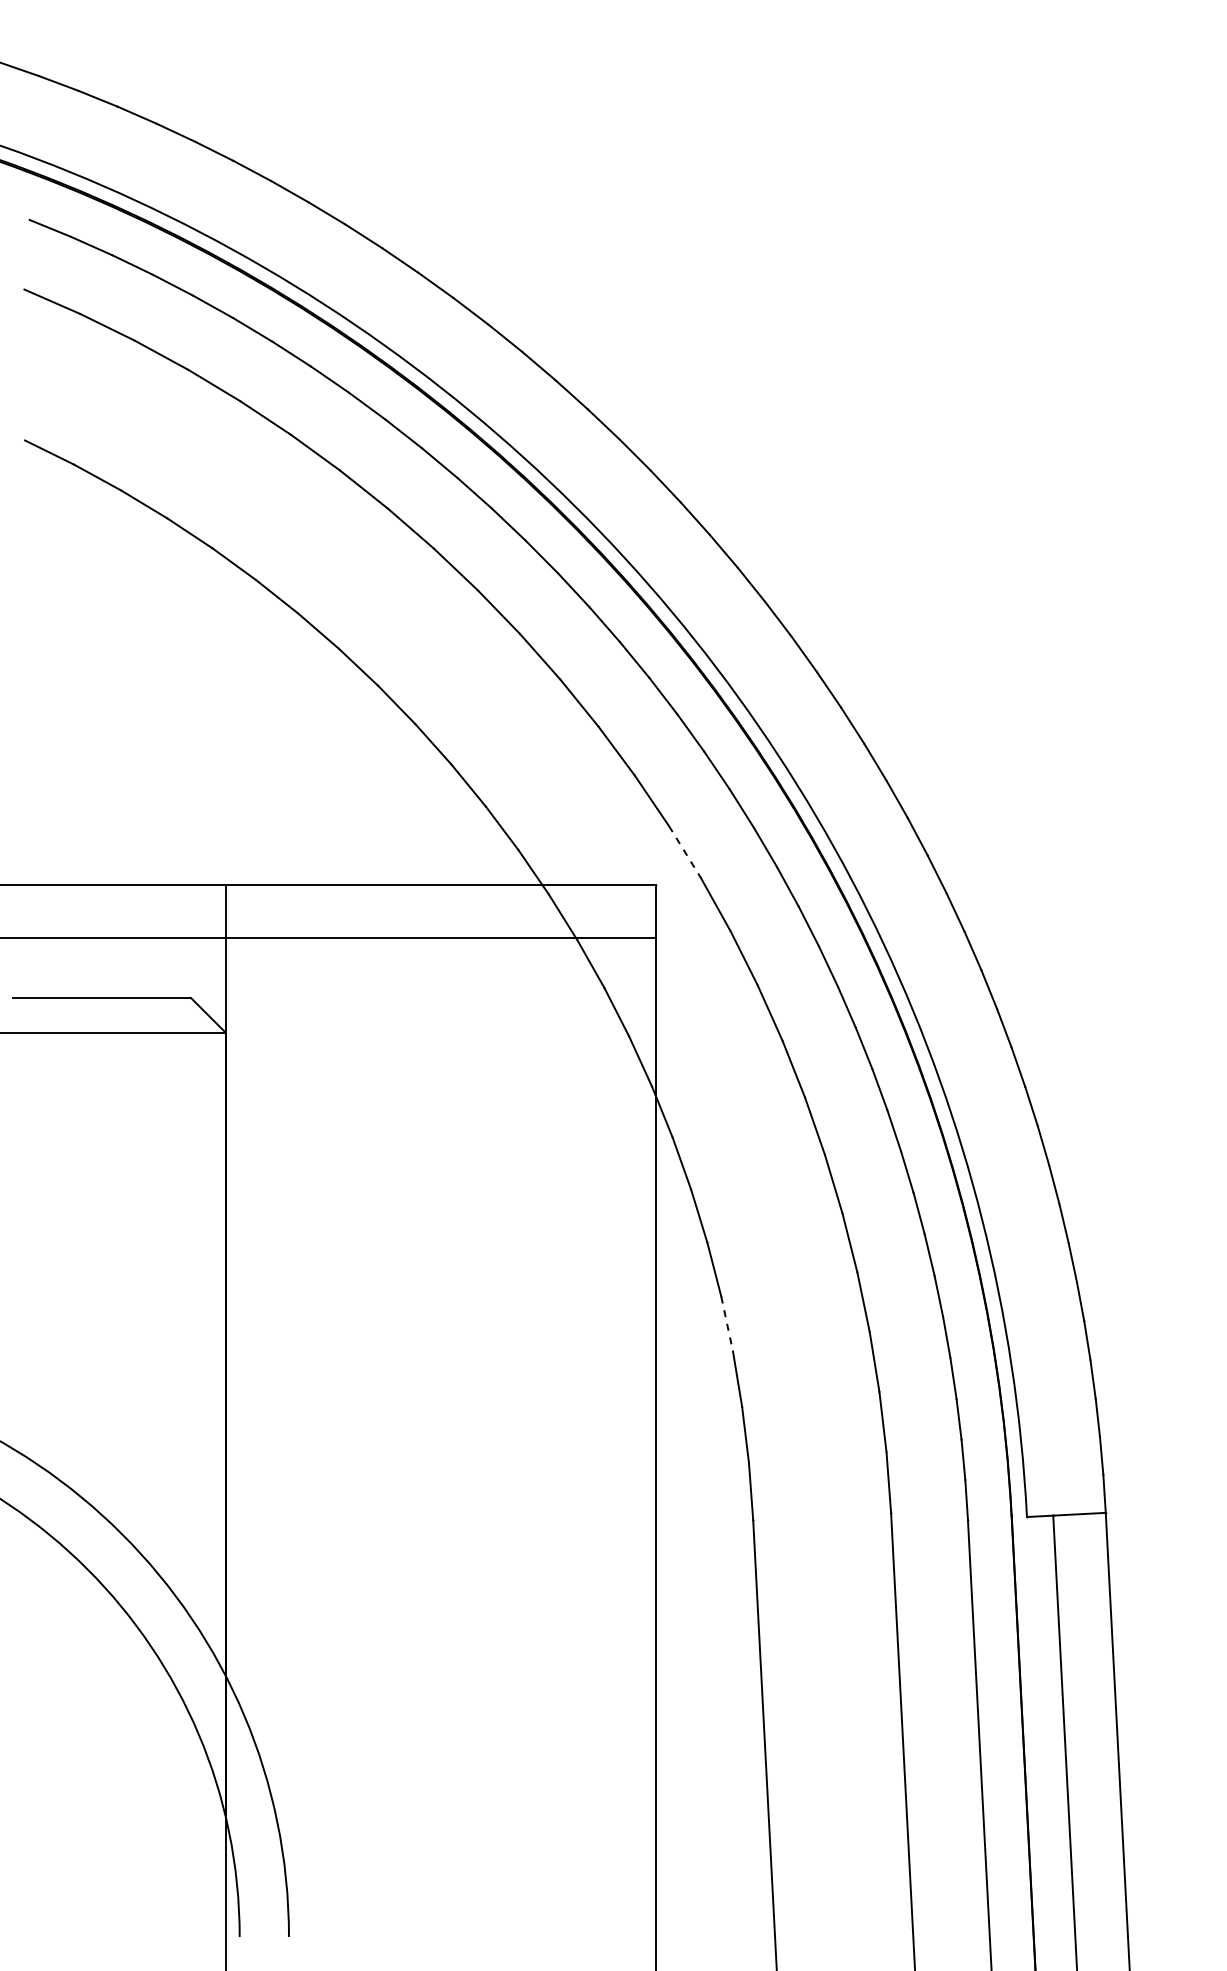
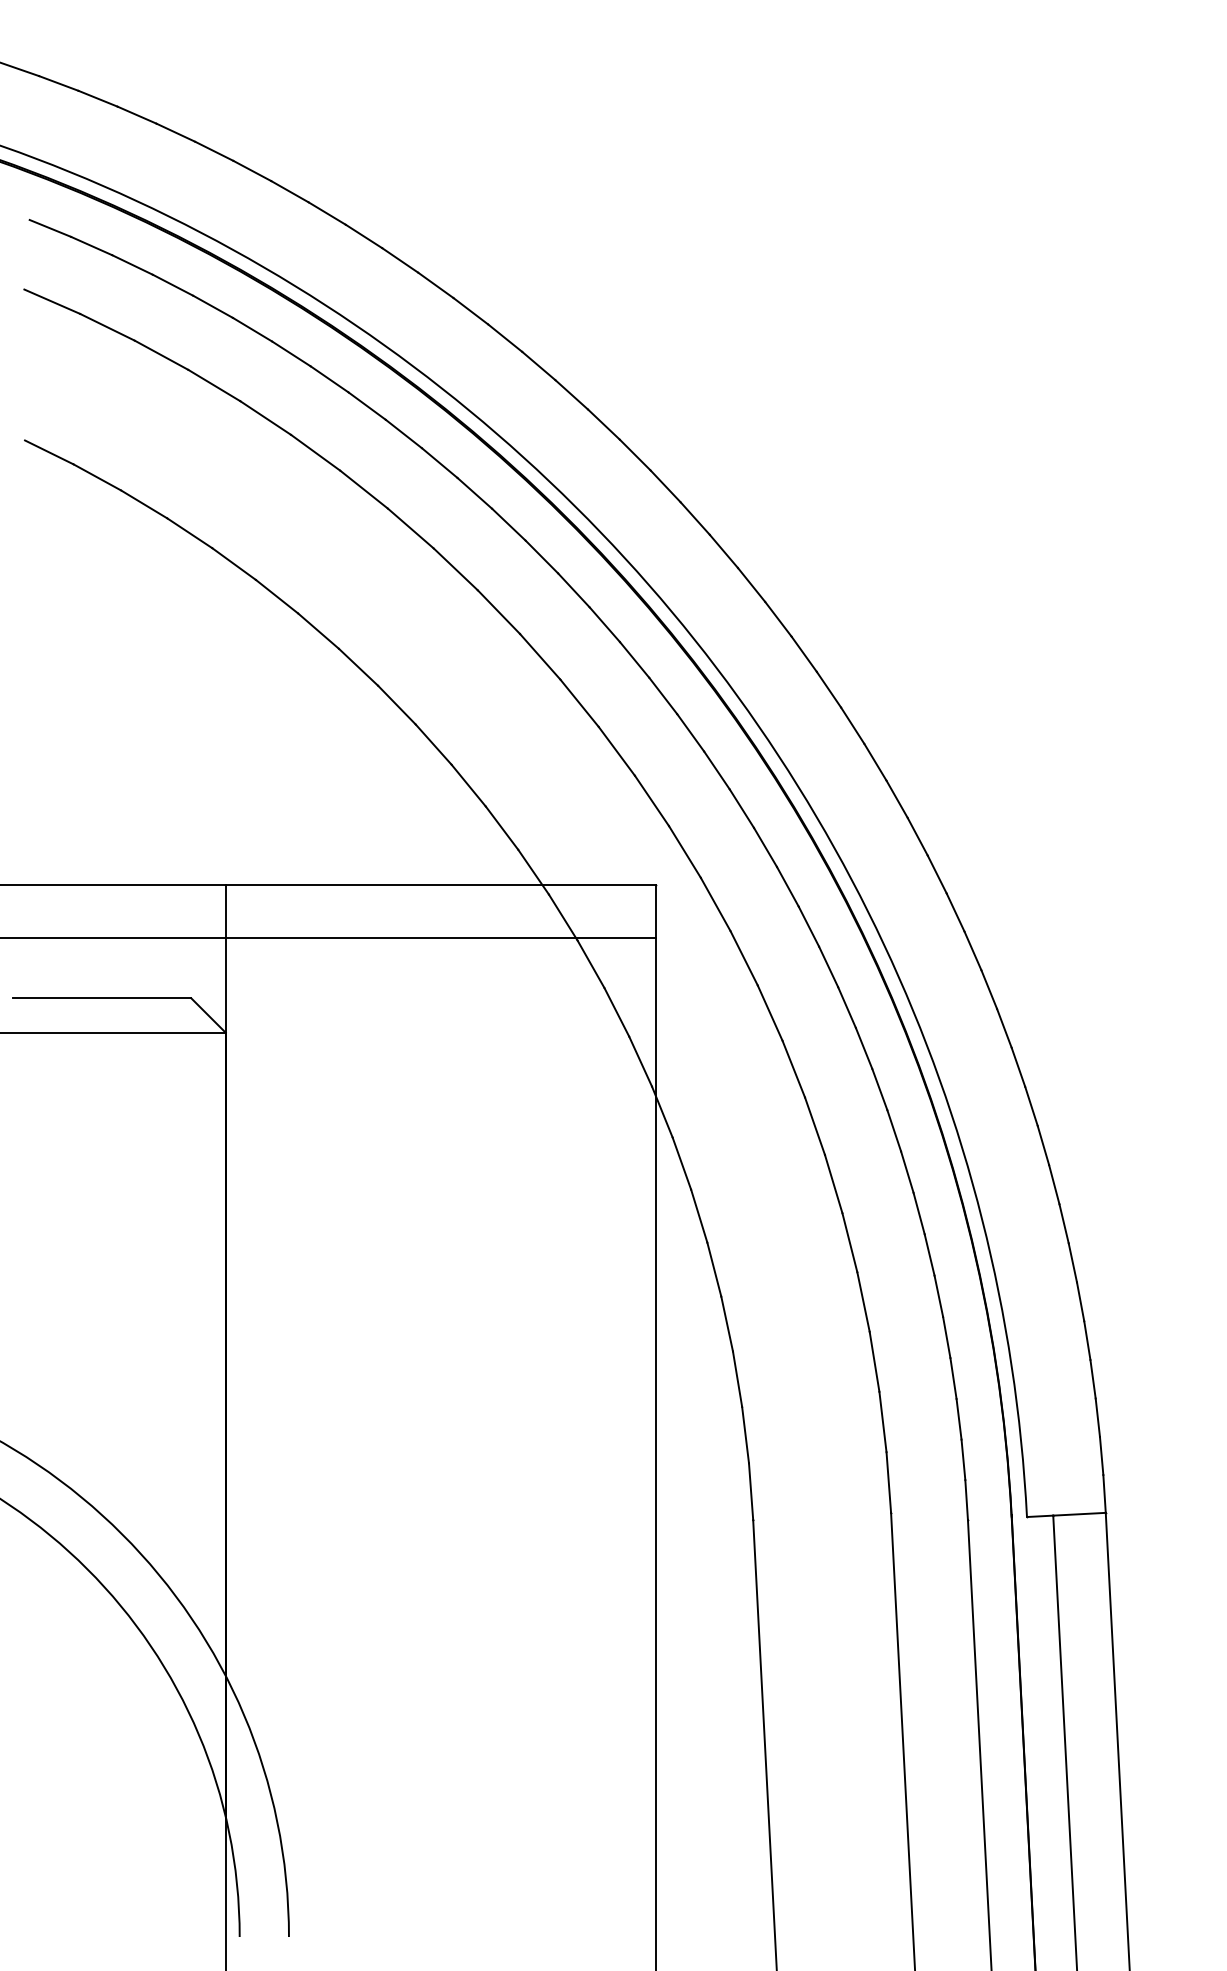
line at (685, 852): dashed -> solid
line at (727, 1324): dashed -> solid
